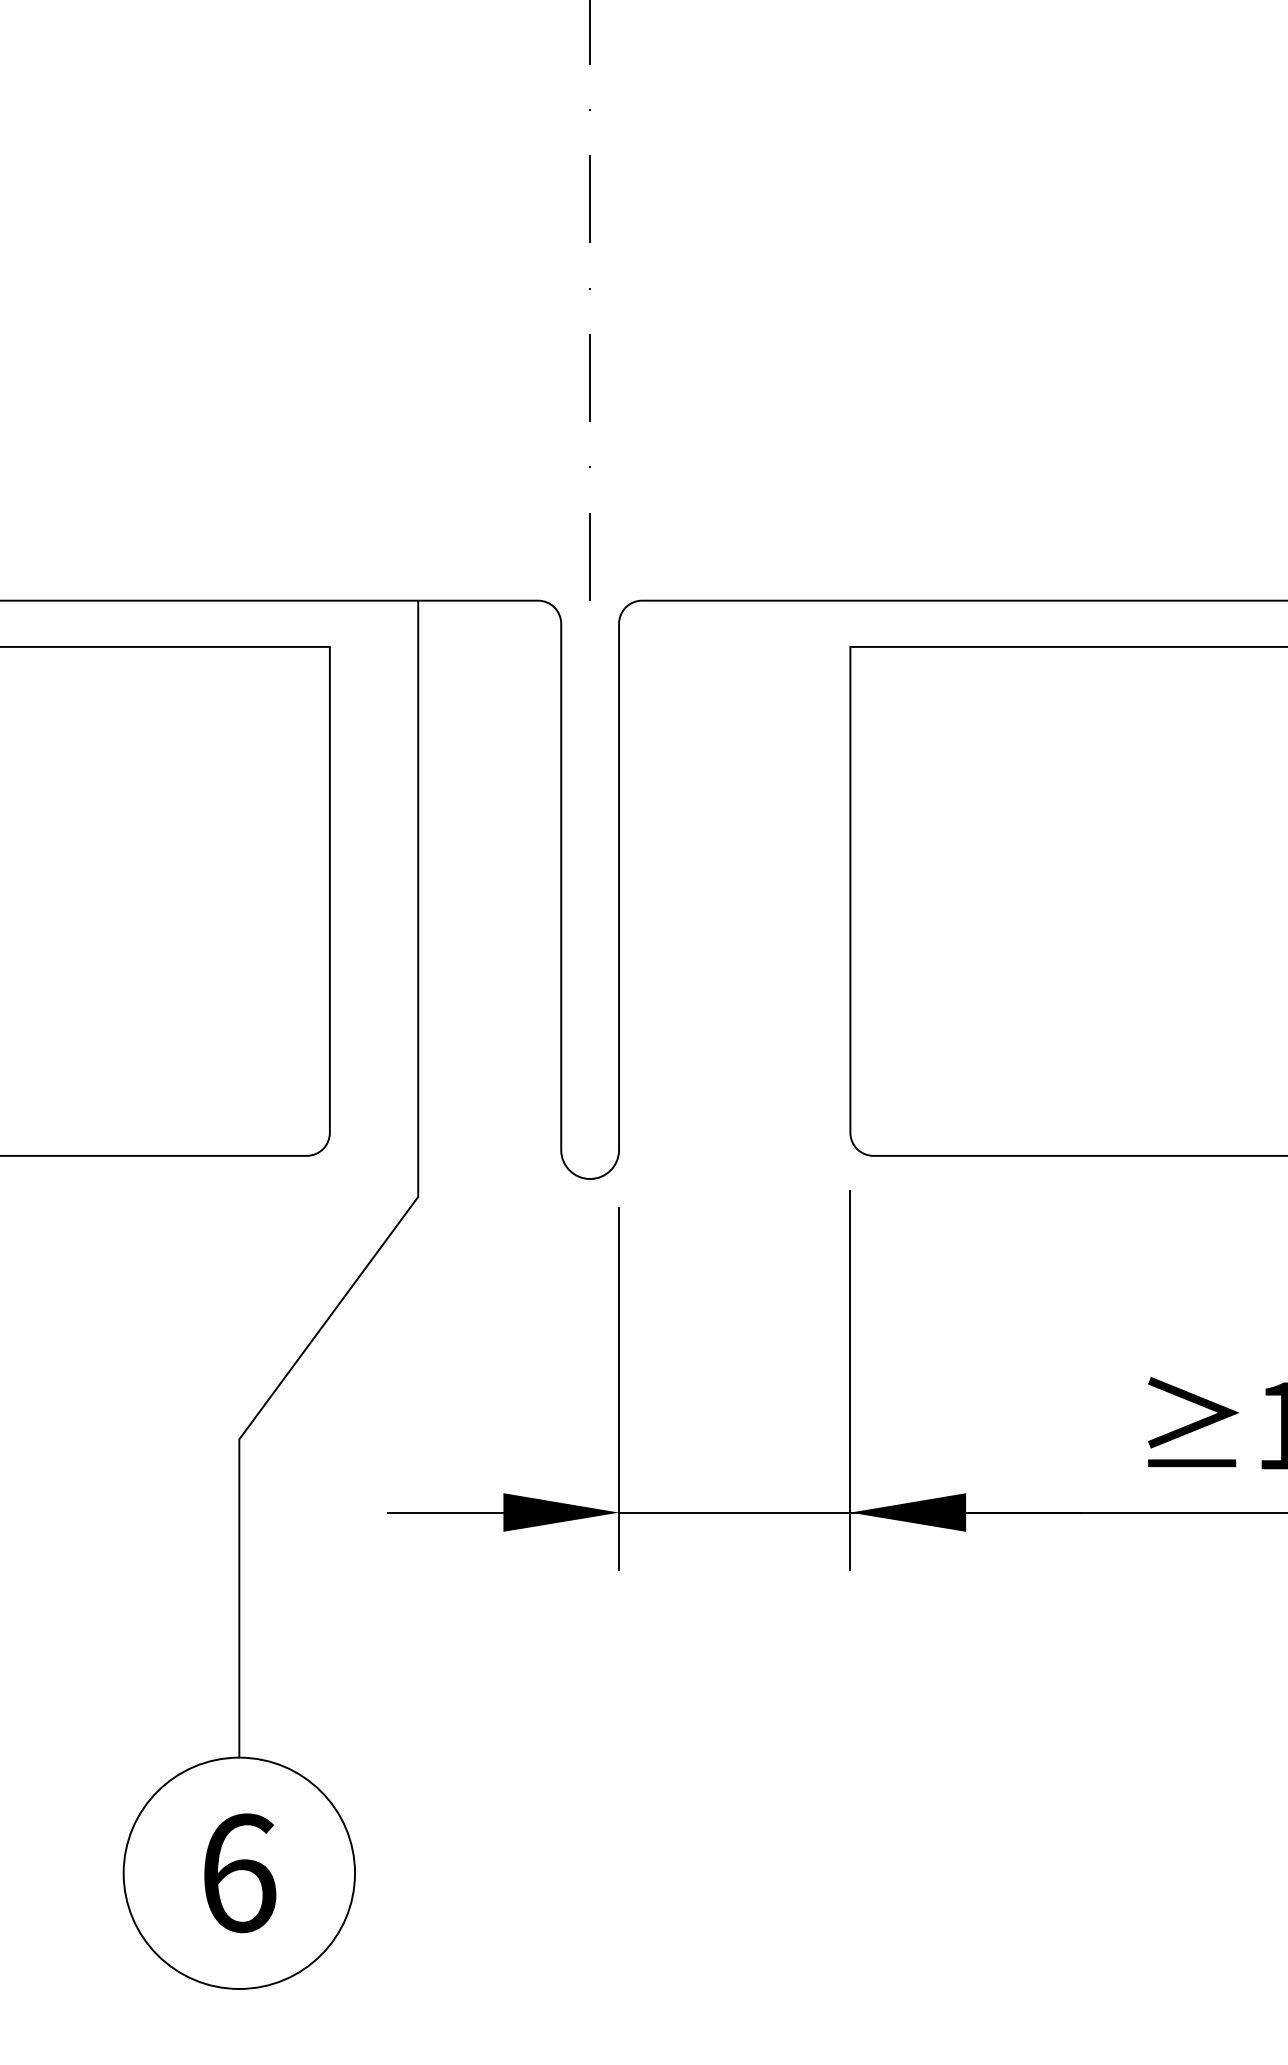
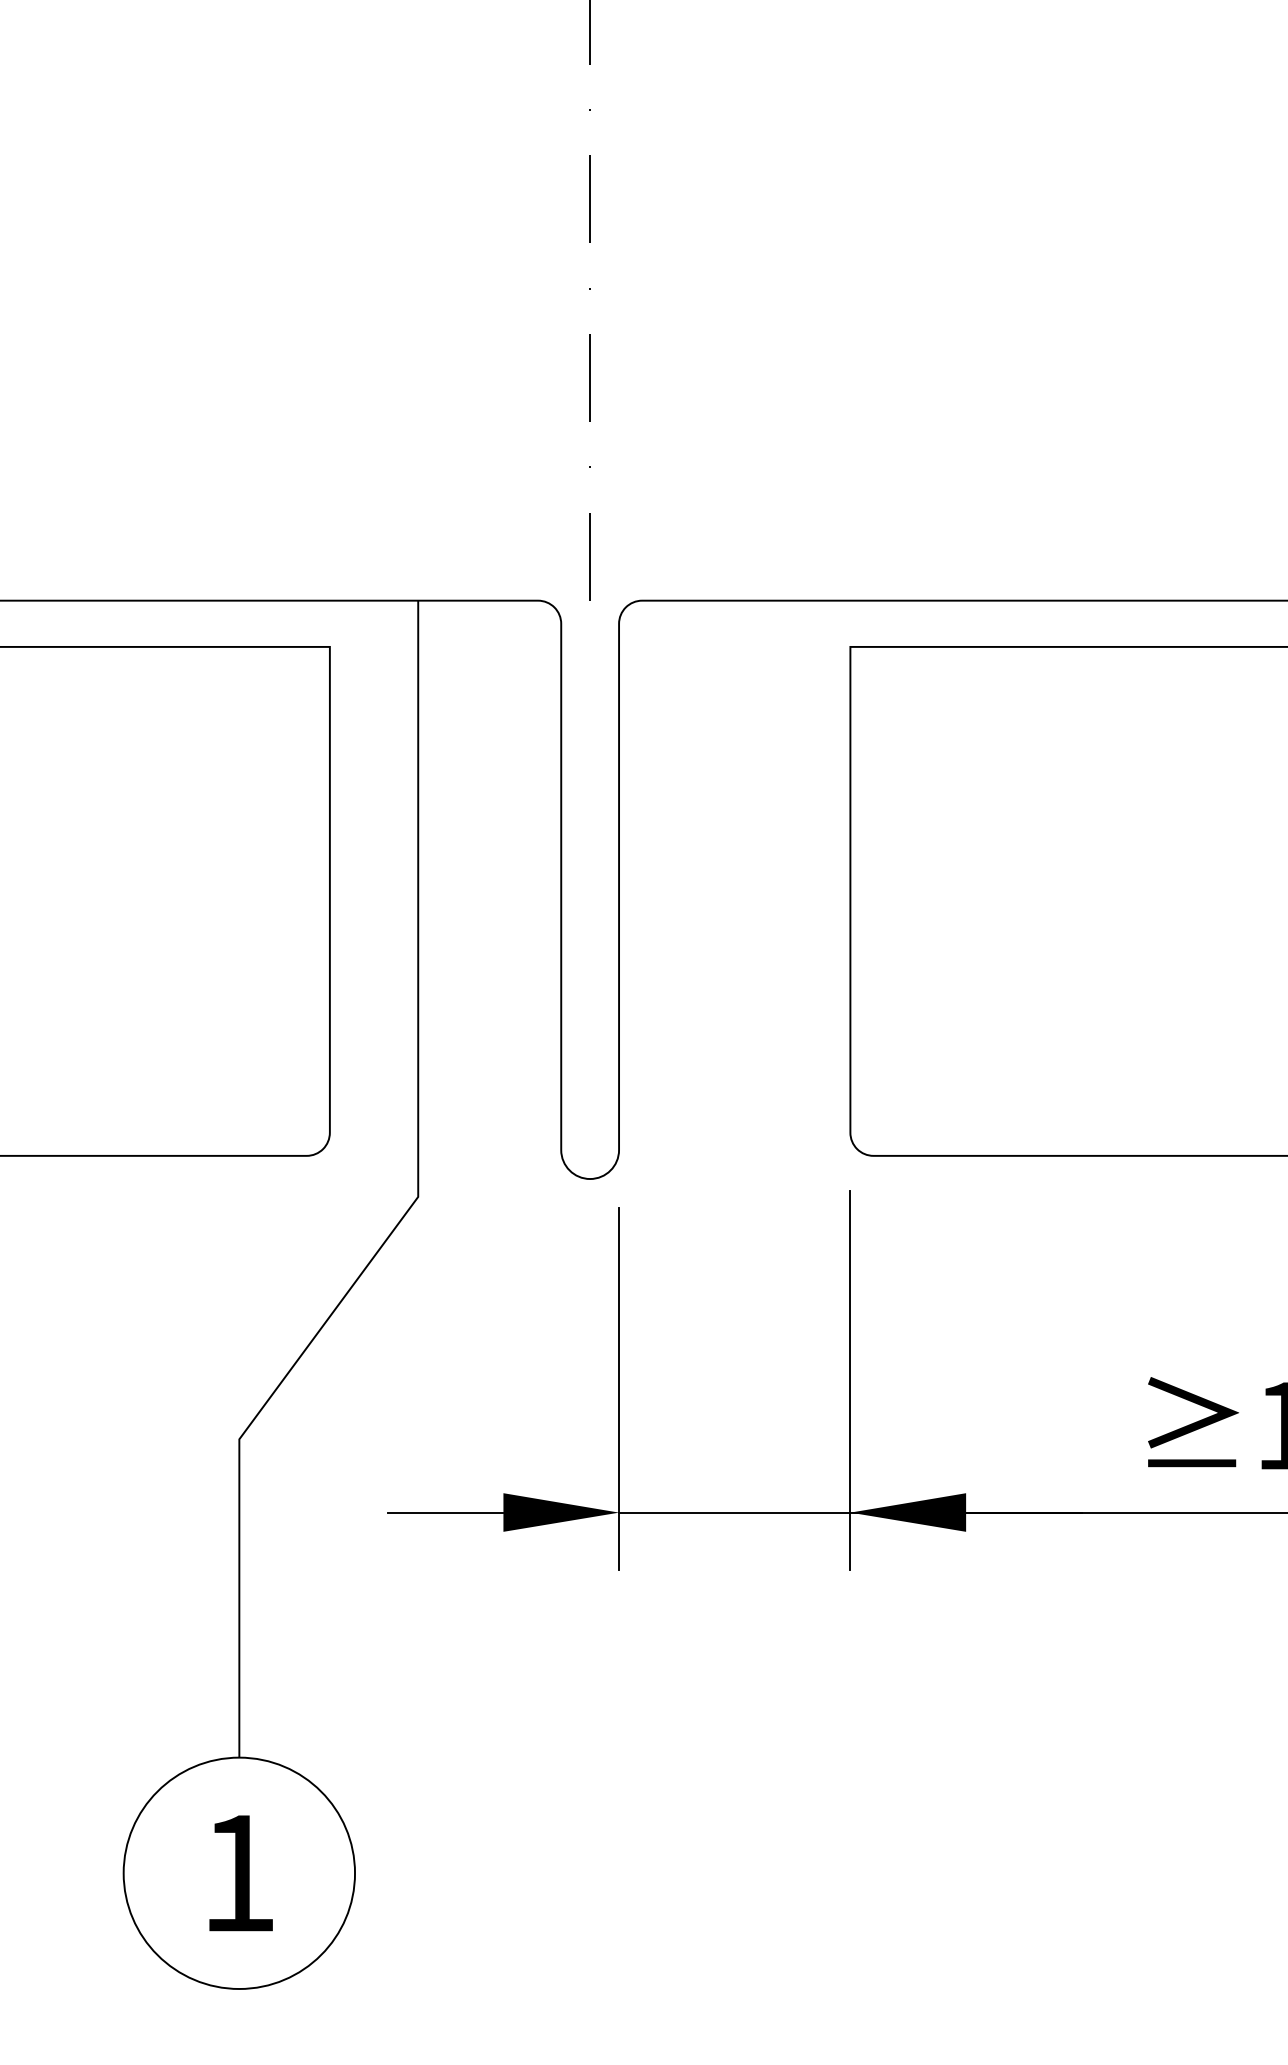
text at (240, 1873): 6 -> 1
